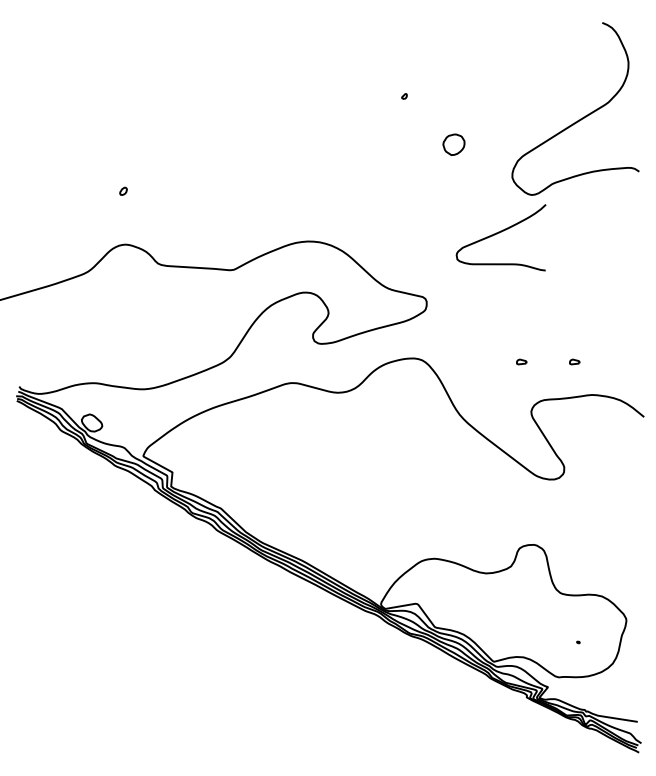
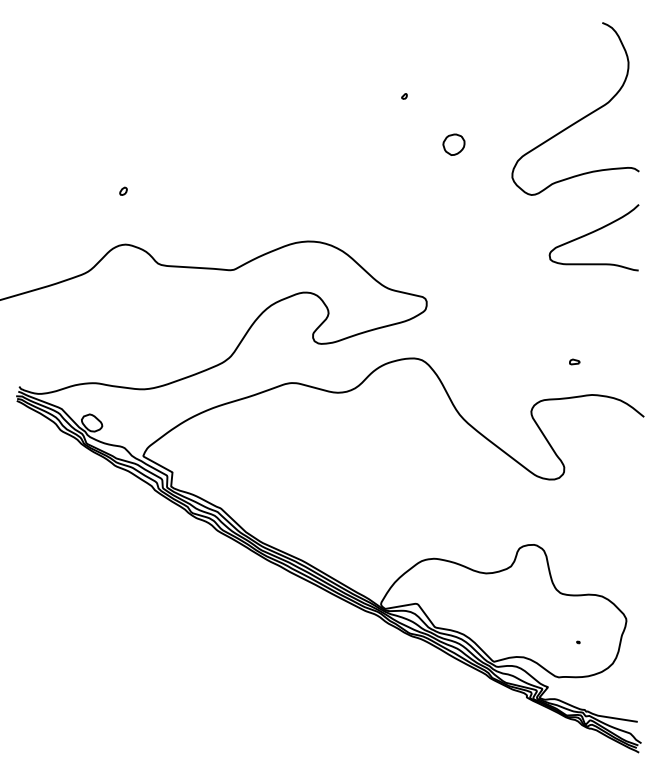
curve at (499, 233) position: (499, 233) -> (592, 233)
part at (521, 361): present -> none
